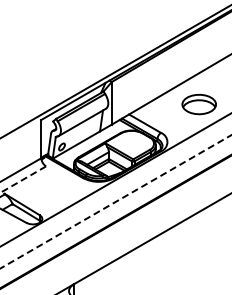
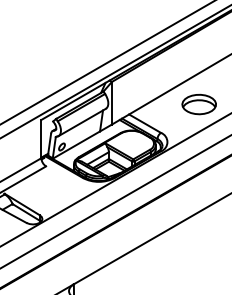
line at (106, 62): none -> present
line at (22, 179): dashed -> solid
line at (115, 201): dashed -> solid
